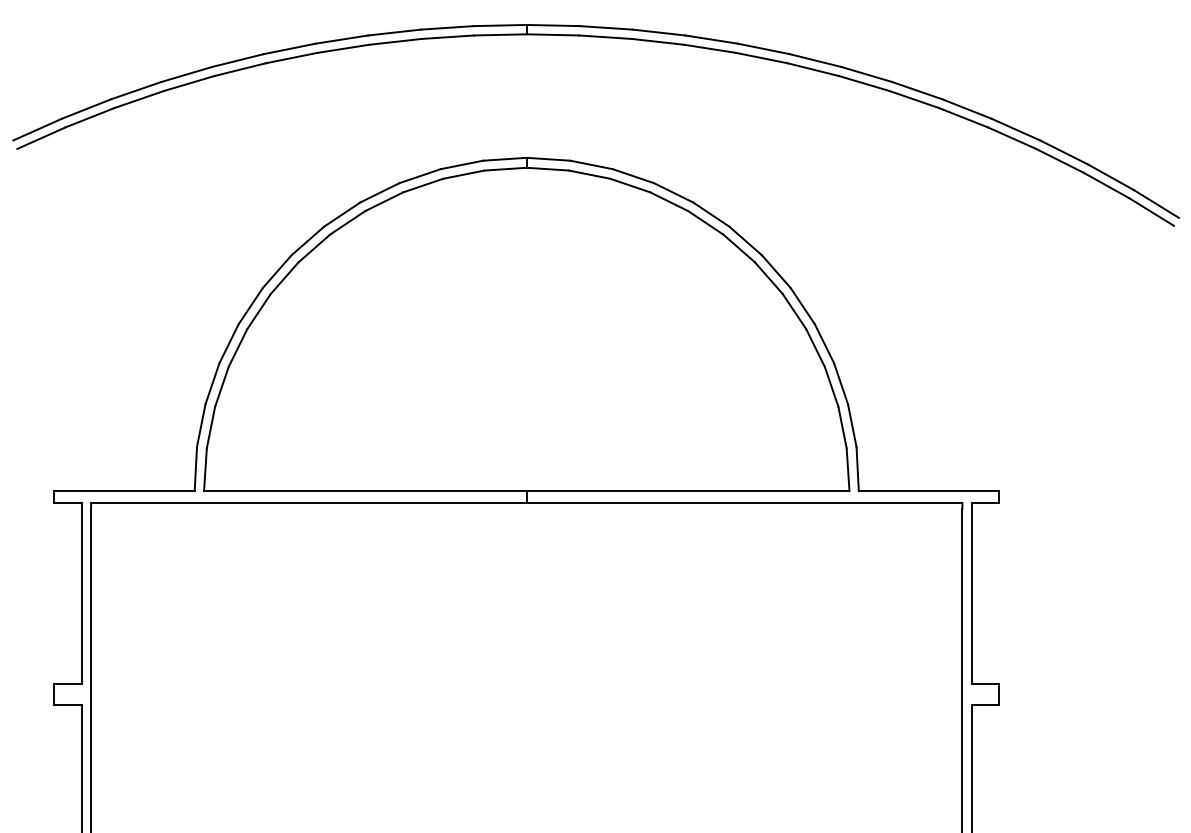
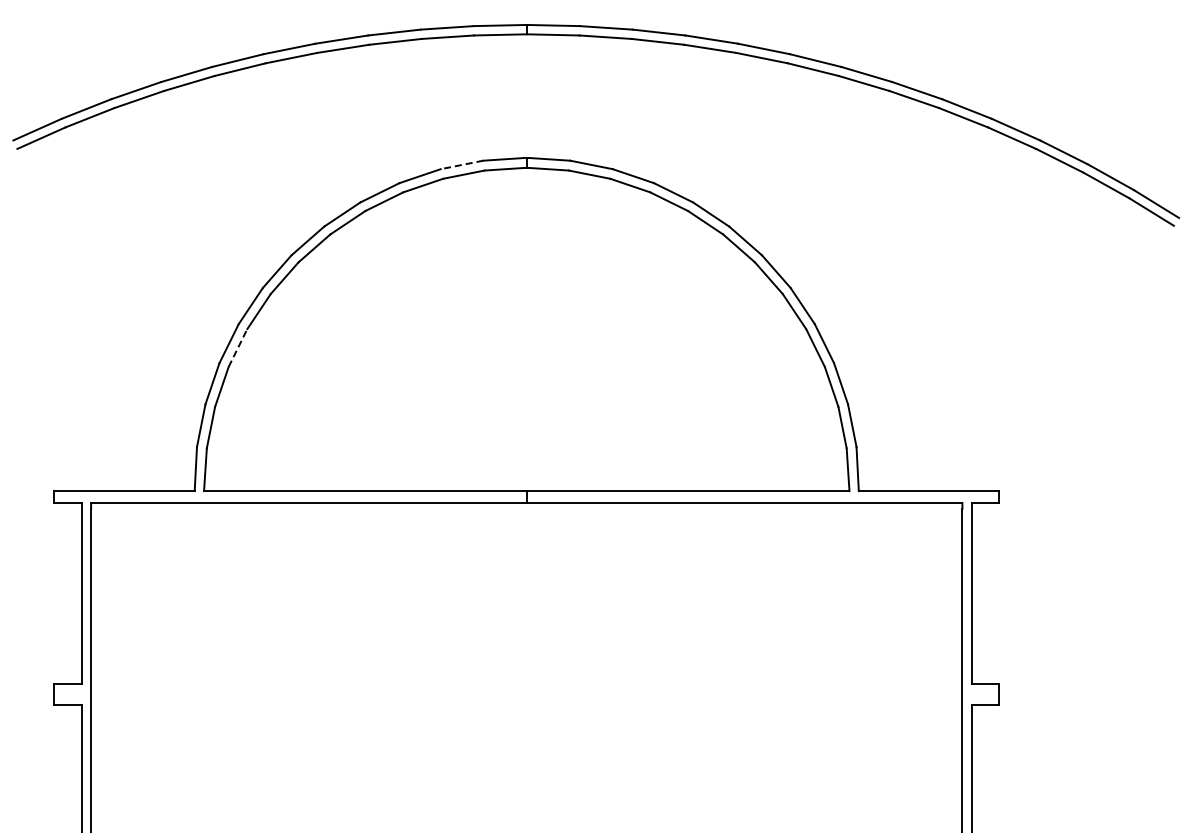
line at (462, 164): solid -> dashed
line at (238, 347): solid -> dashed
